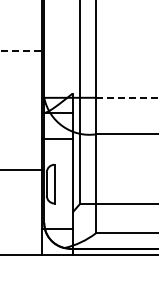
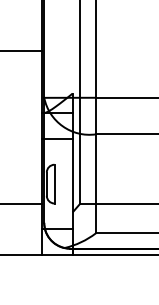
line at (21, 51): dashed -> solid
line at (127, 97): dashed -> solid
line at (21, 169) position: (21, 169) -> (21, 203)
